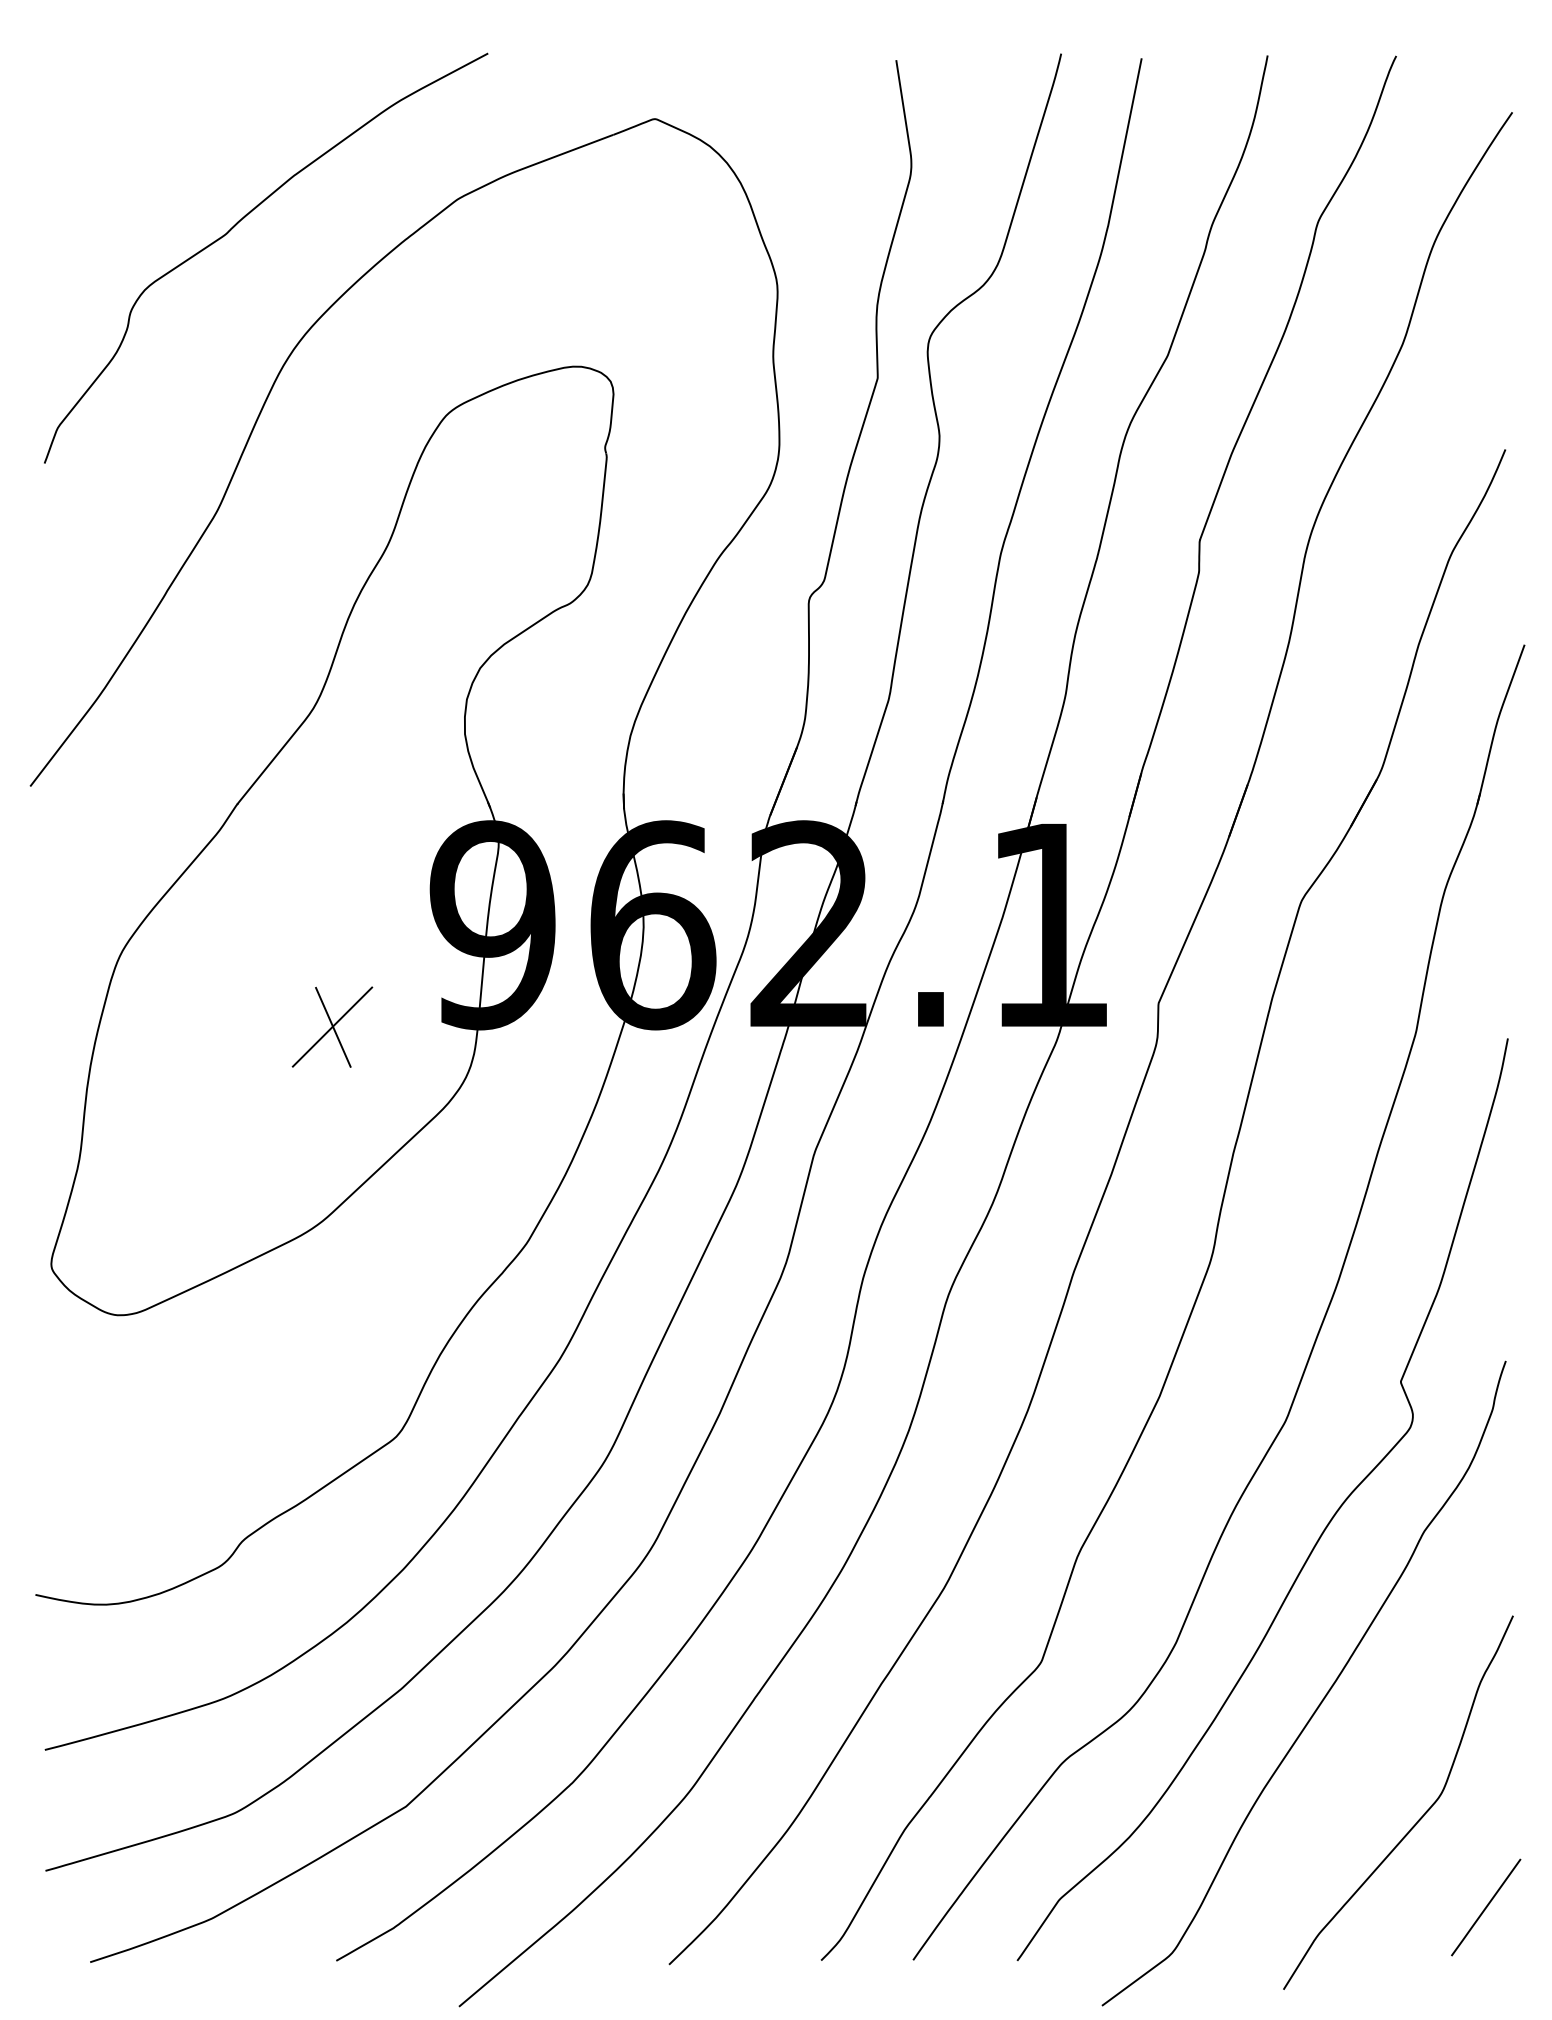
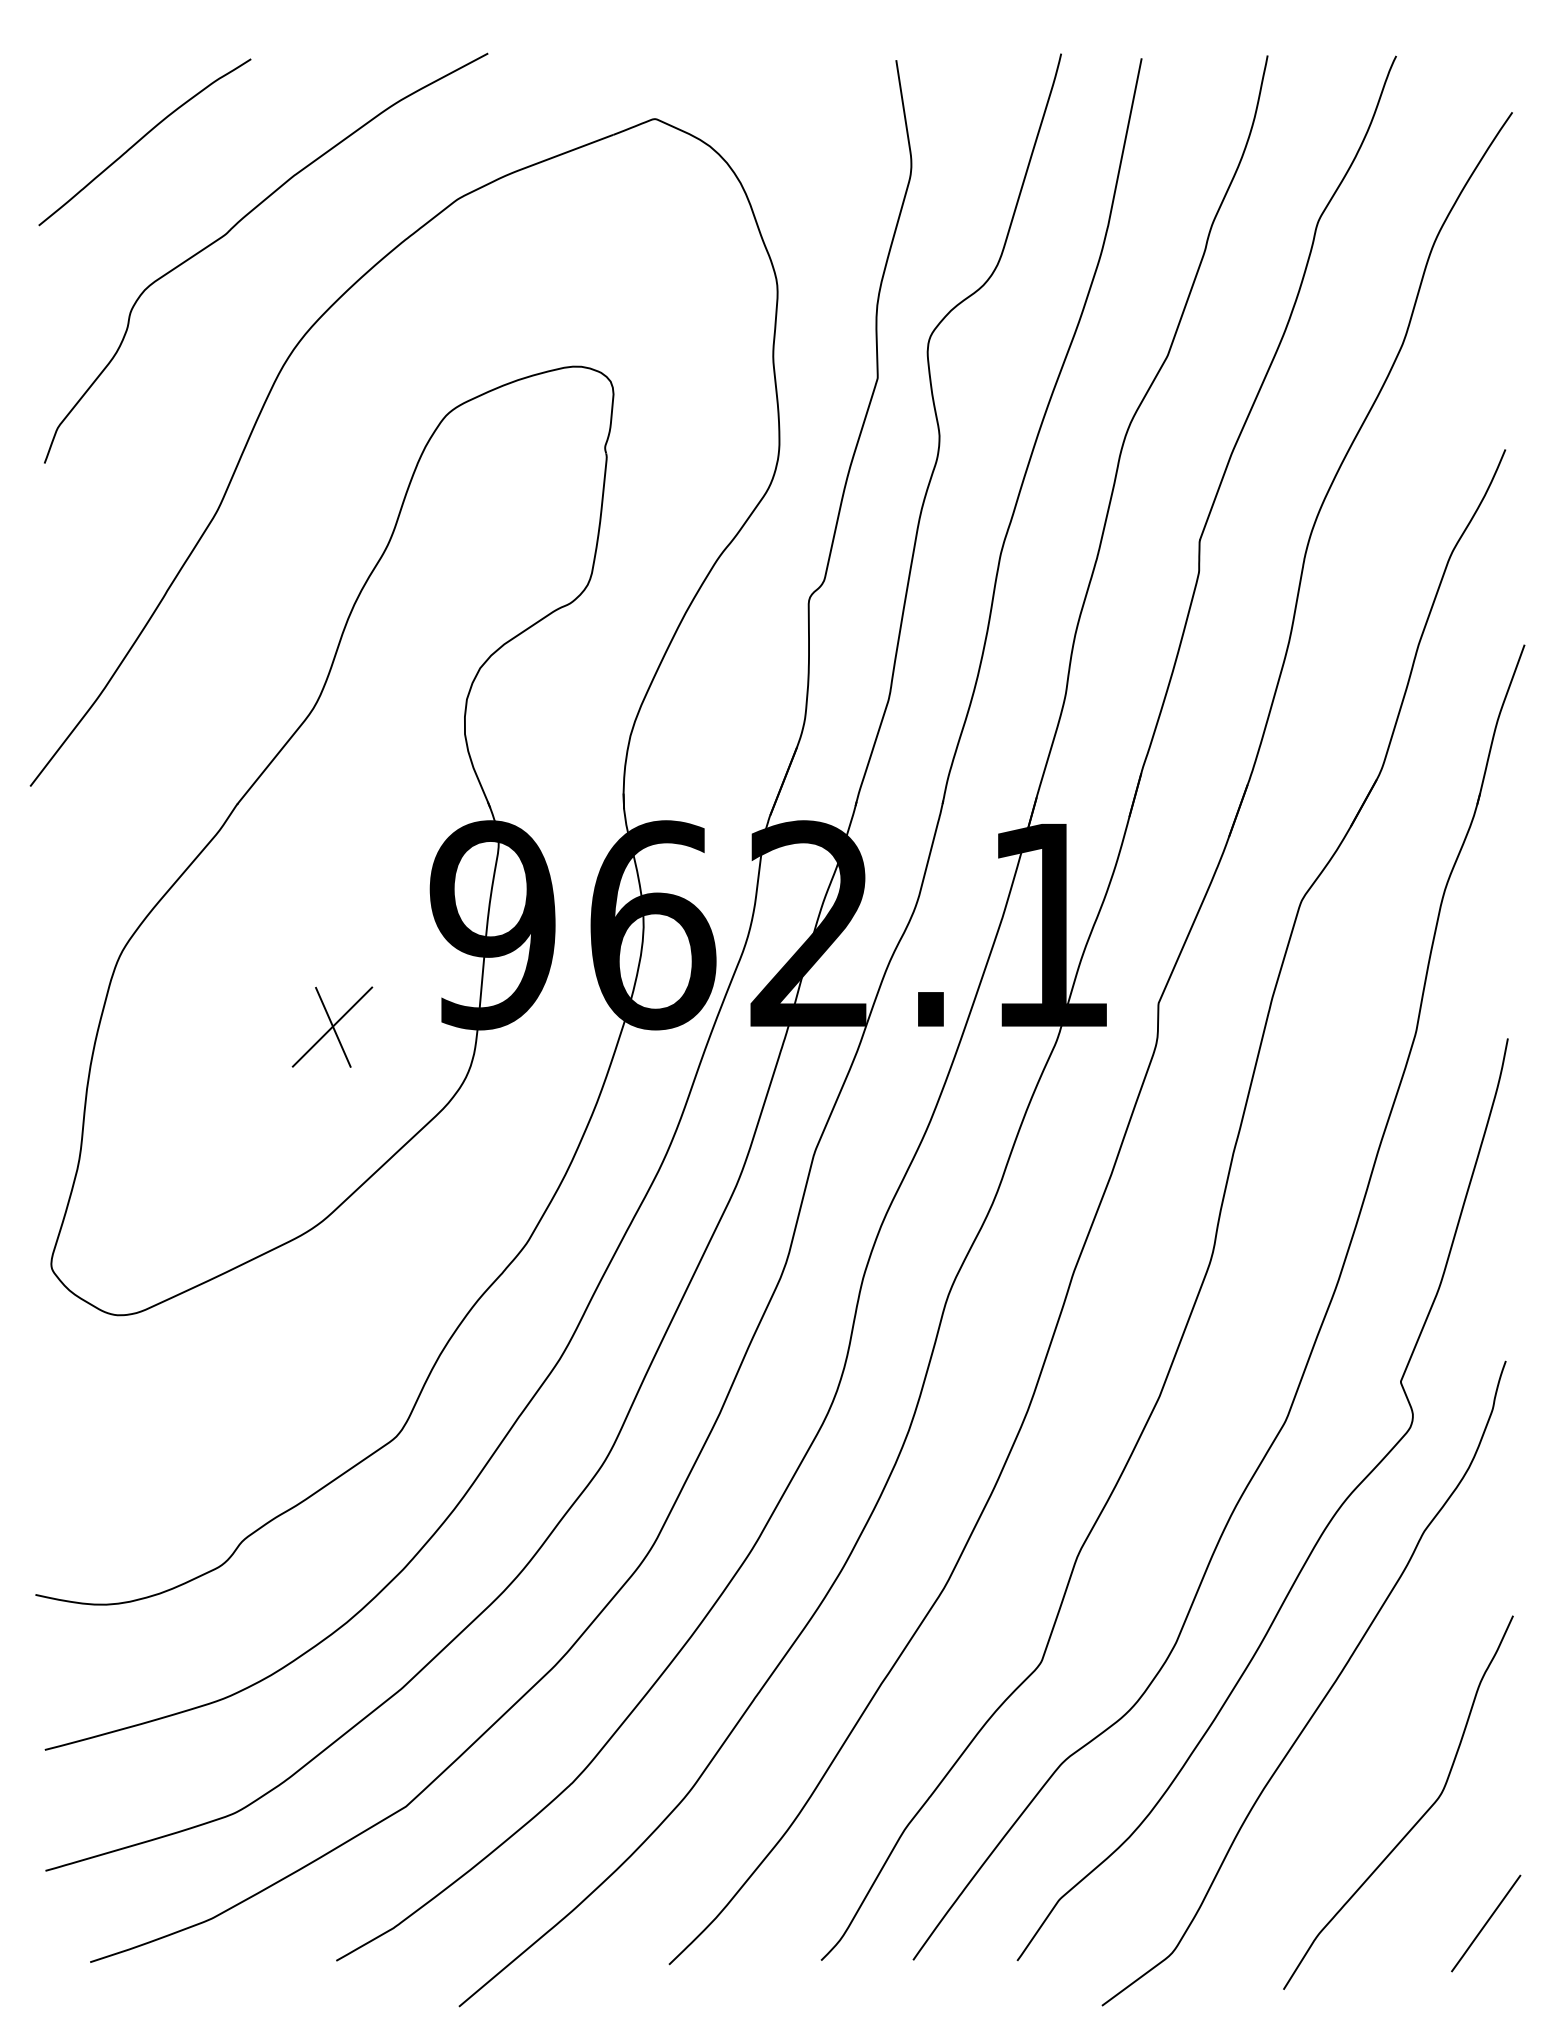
curve at (142, 139): none -> present
line at (1486, 1907) position: (1486, 1907) -> (1486, 1923)
